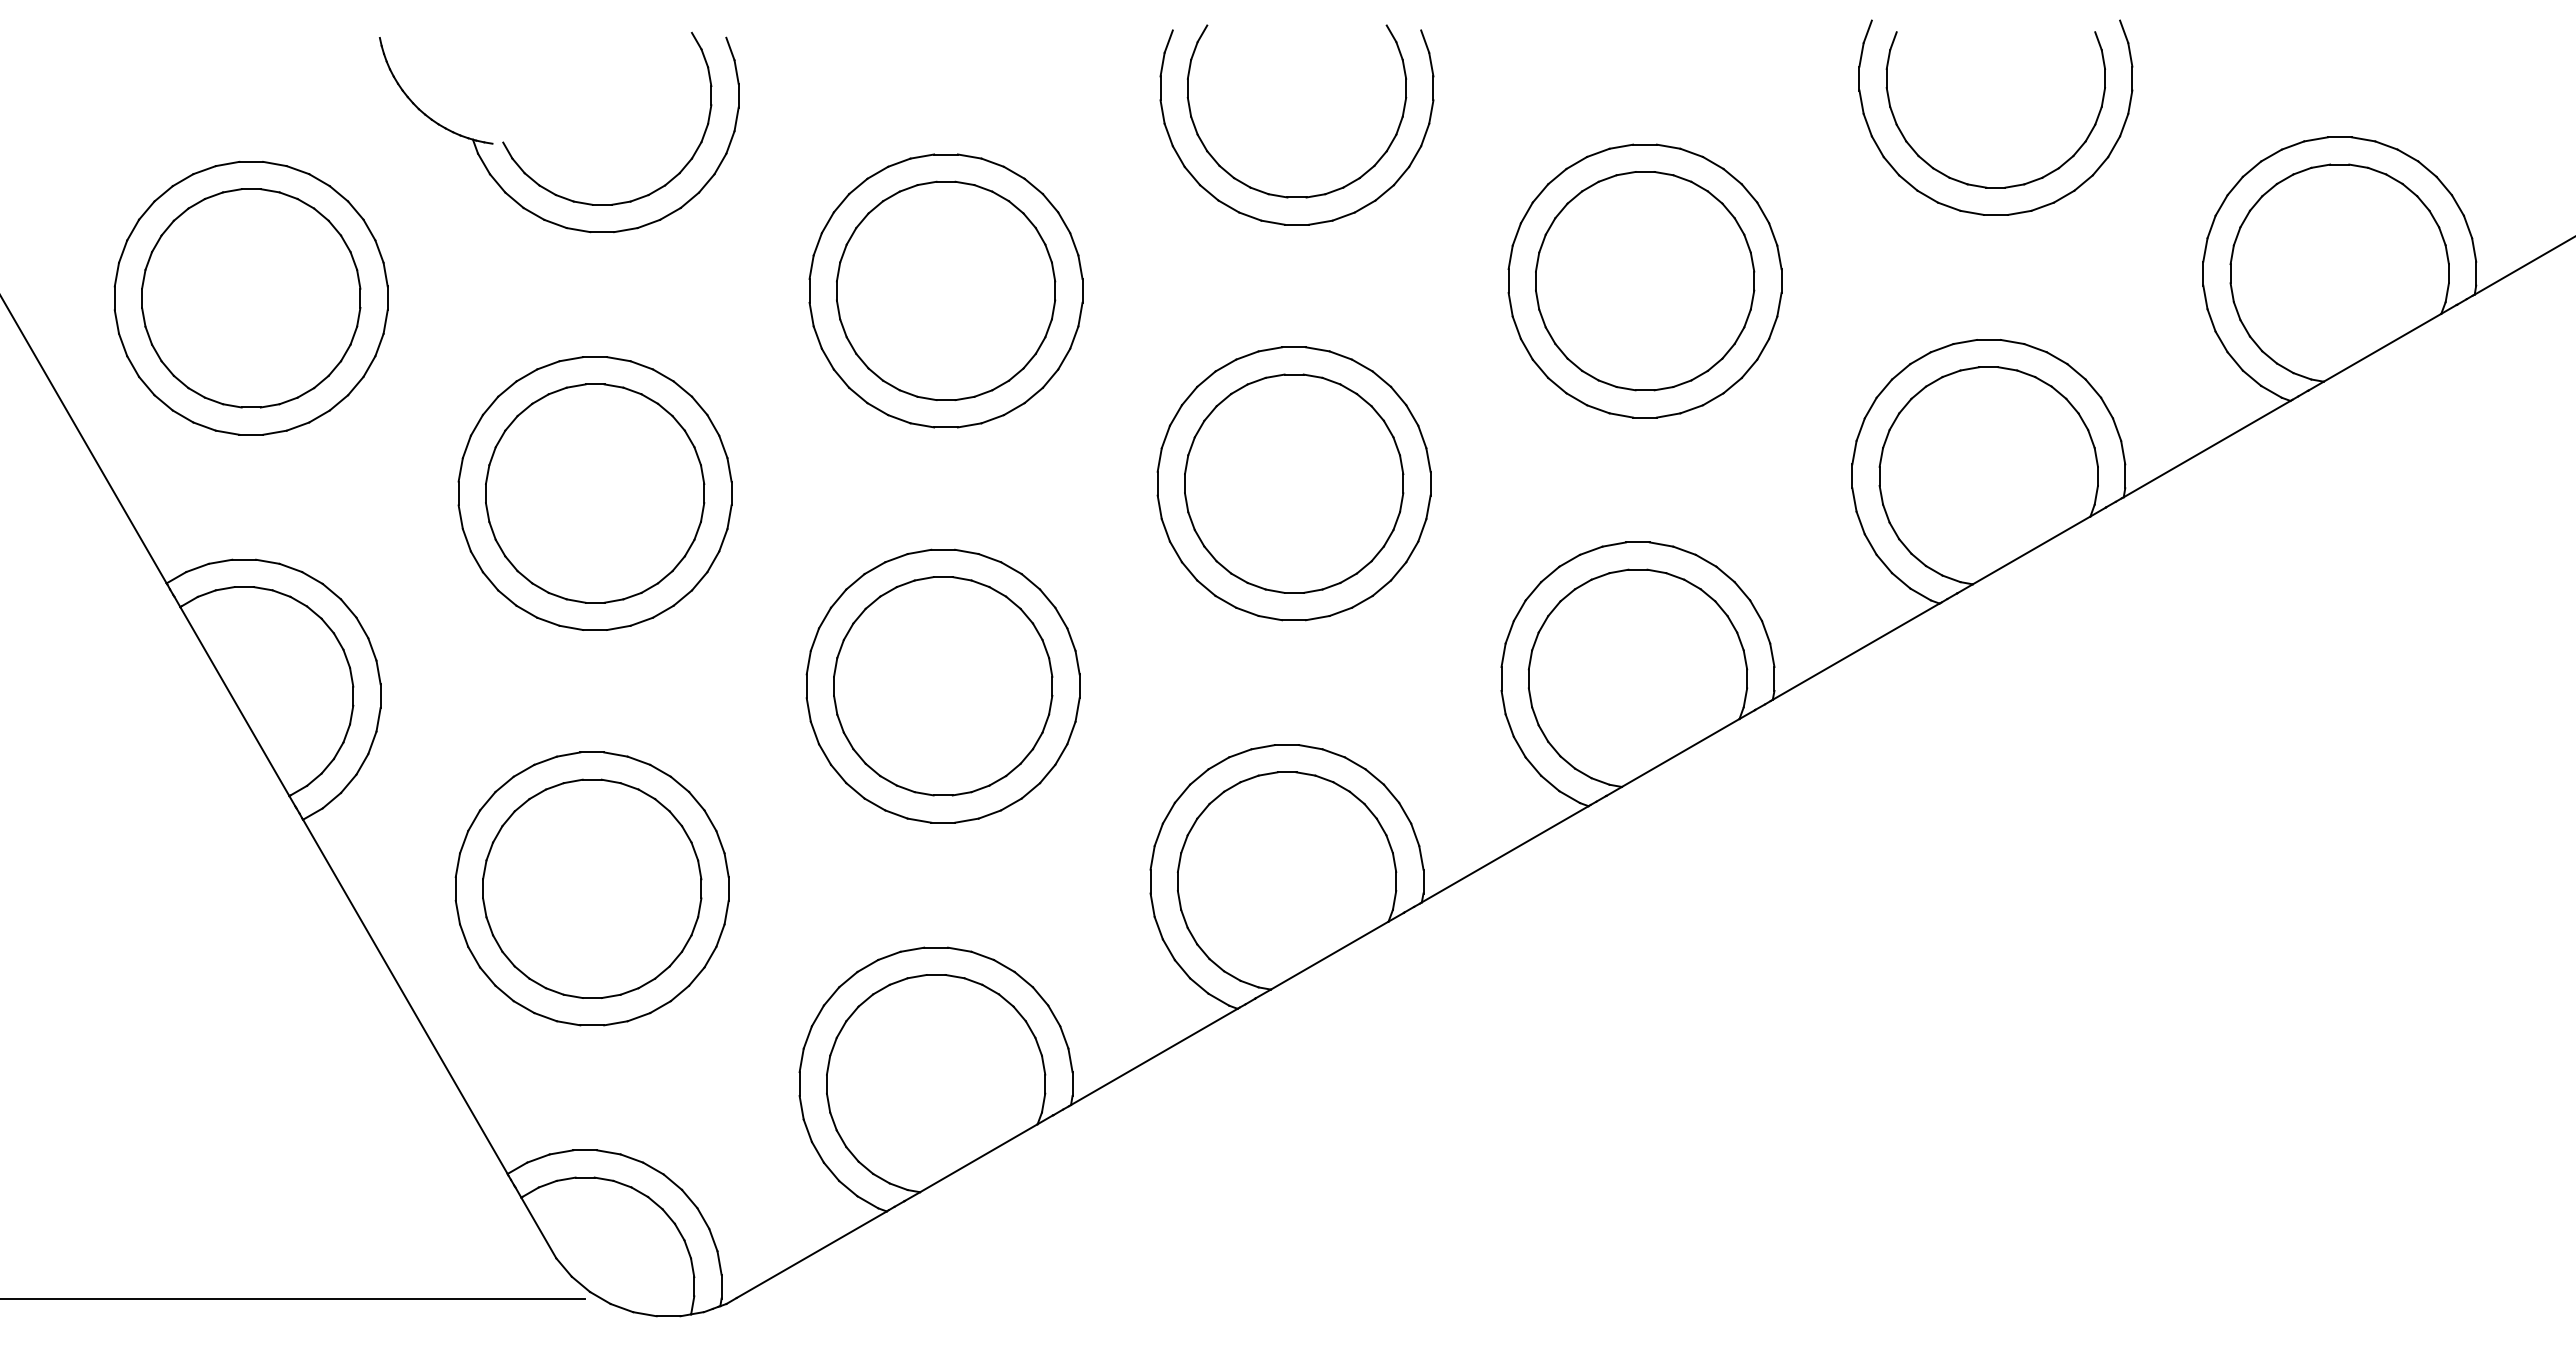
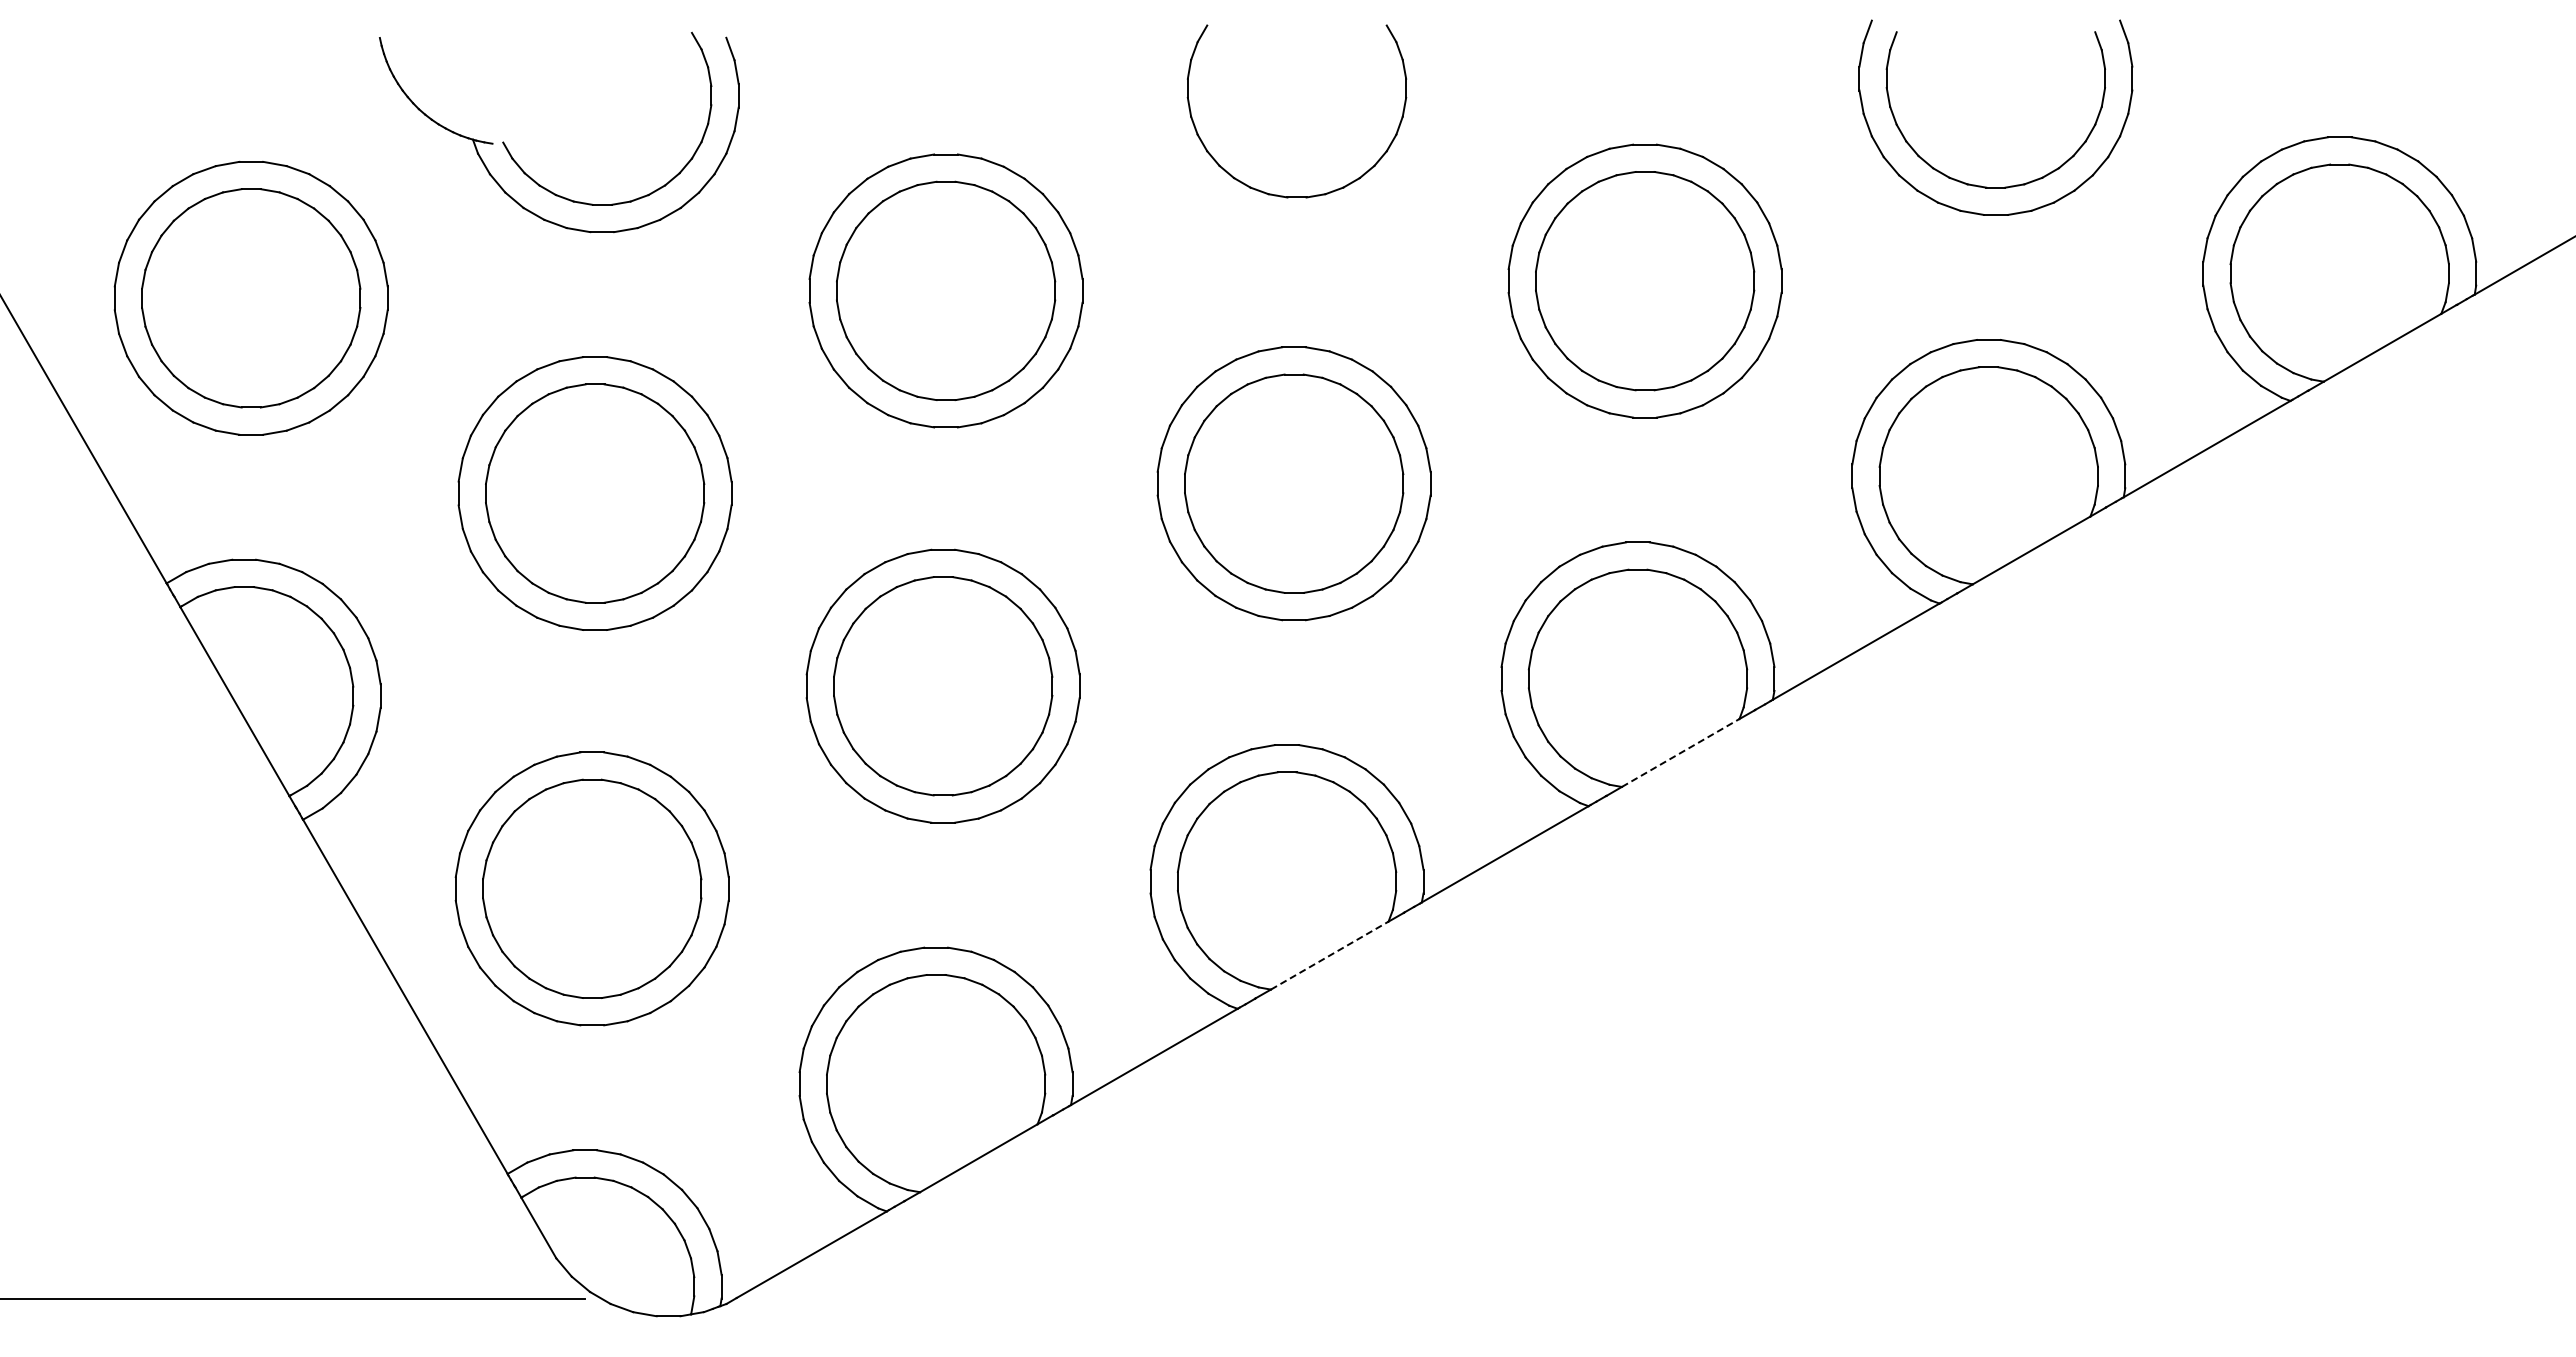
part at (1279, 222): present -> none
line at (1680, 752): solid -> dashed
line at (1329, 955): solid -> dashed
